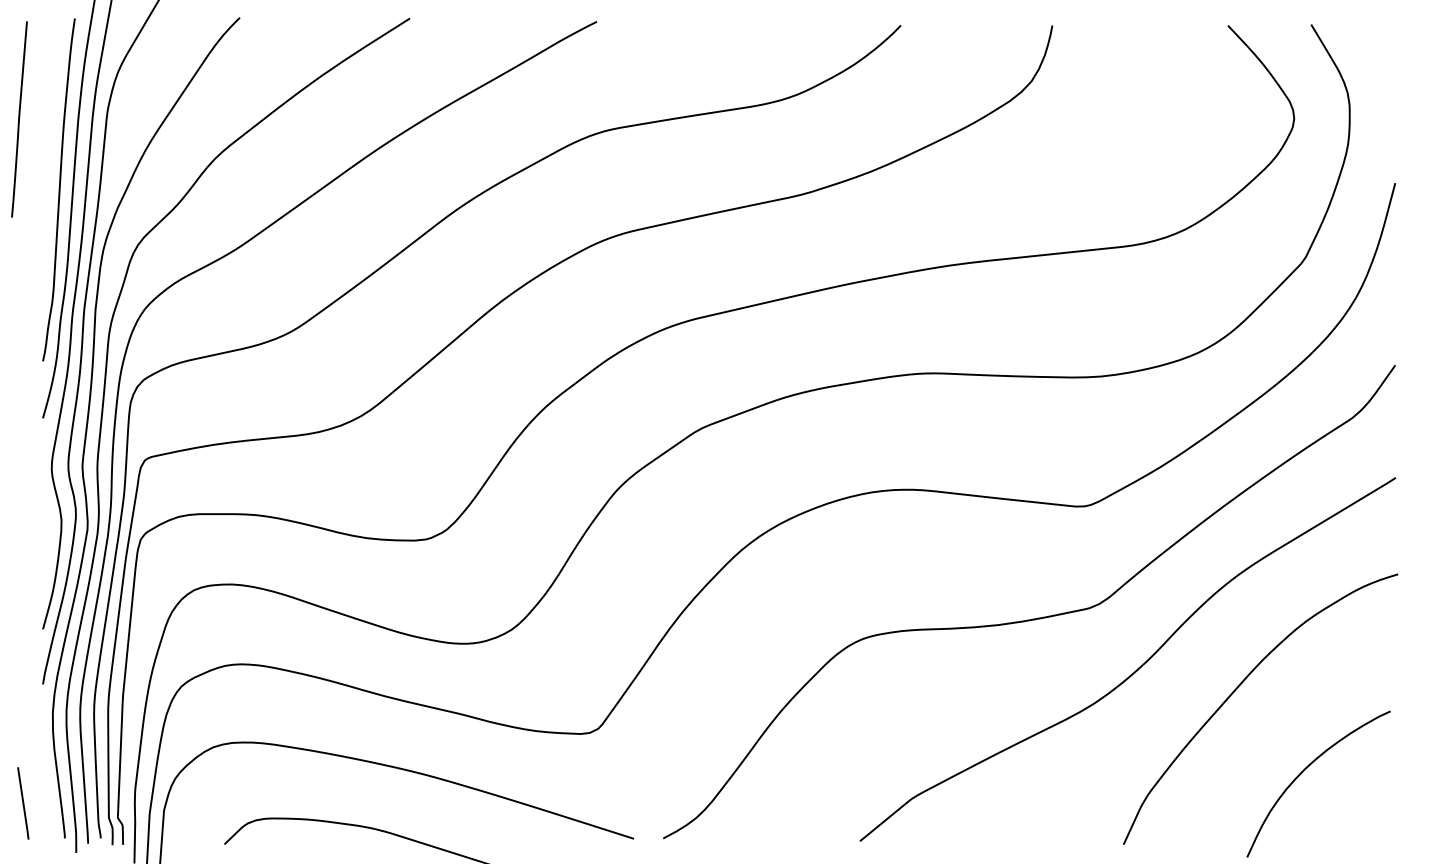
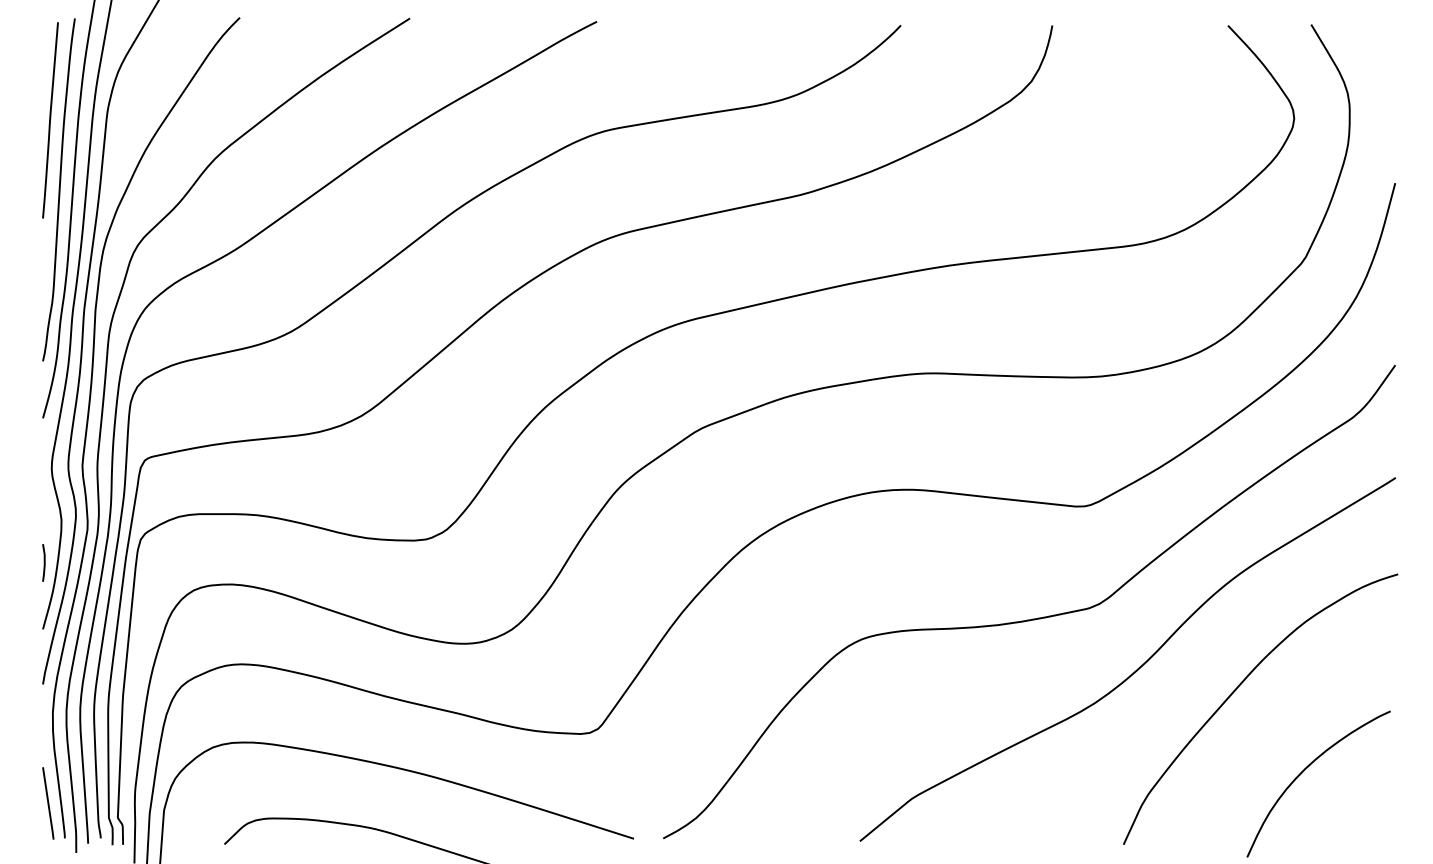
line at (19, 119) position: (19, 119) -> (50, 120)
line at (43, 562): none -> present
line at (23, 803) position: (23, 803) -> (48, 803)
